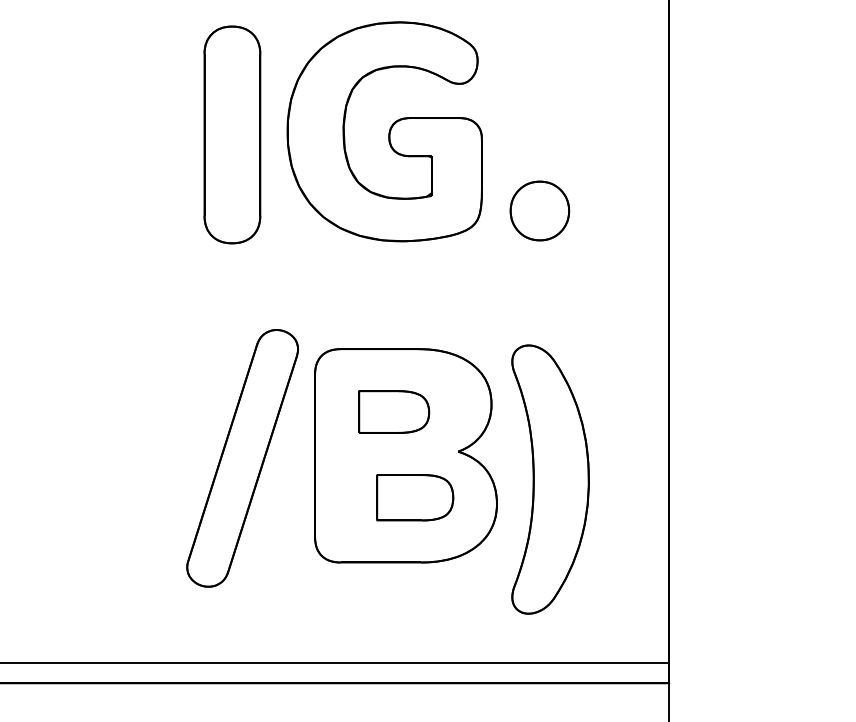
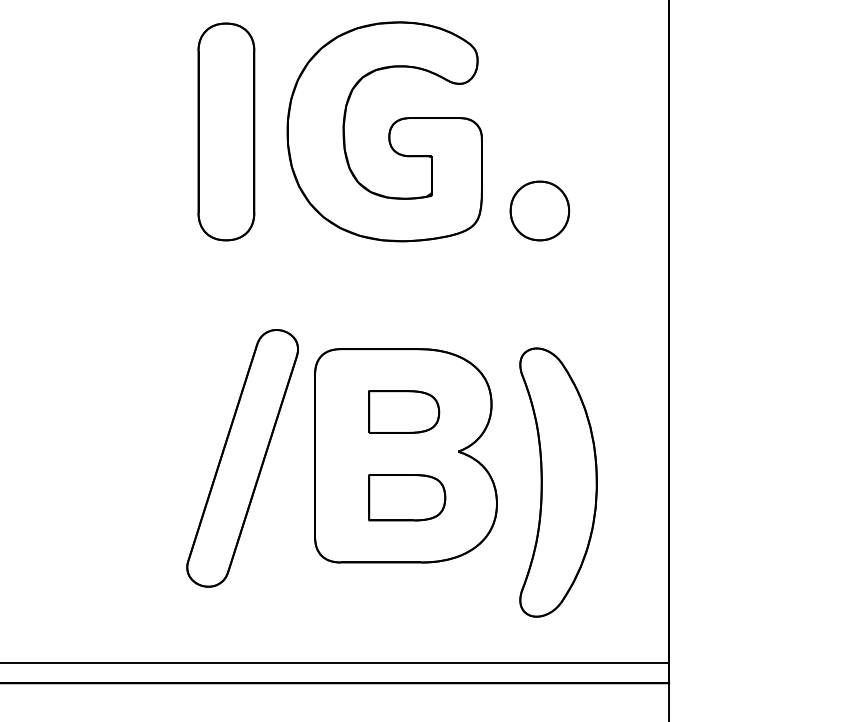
part at (232, 134) position: (232, 134) -> (226, 131)
part at (394, 411) position: (394, 411) -> (404, 411)
part at (550, 479) position: (550, 479) -> (558, 482)
part at (415, 497) position: (415, 497) -> (407, 497)
